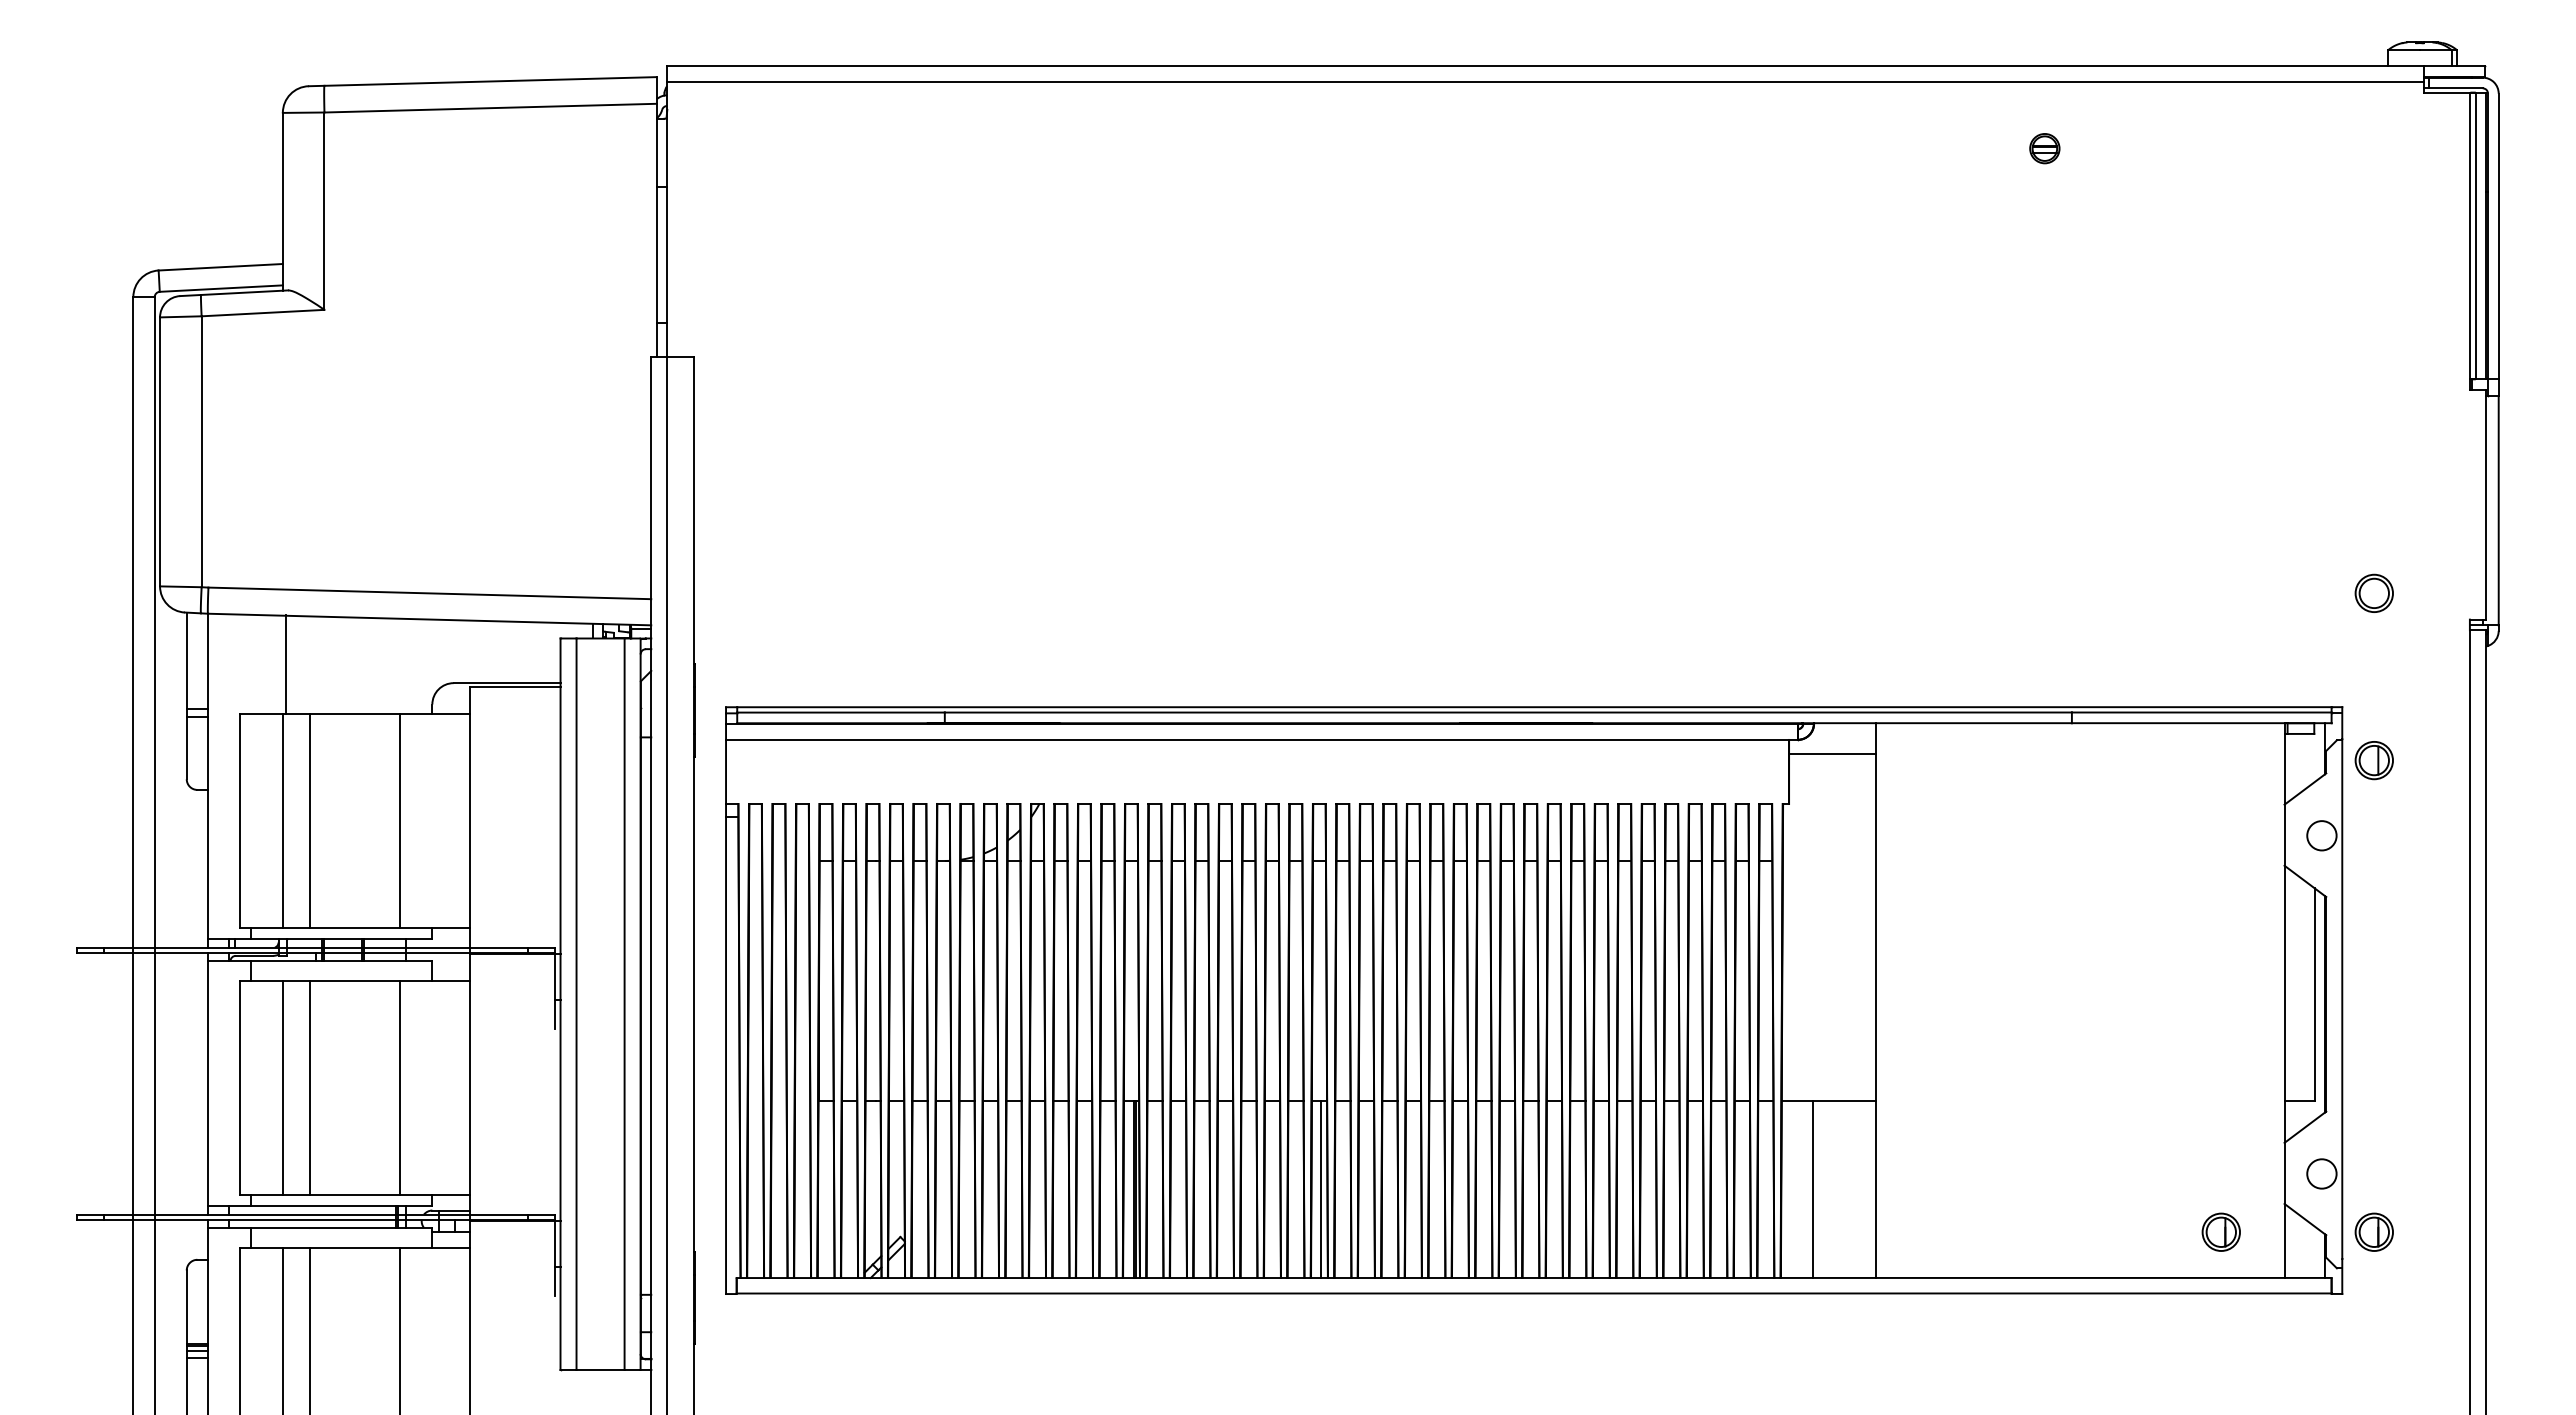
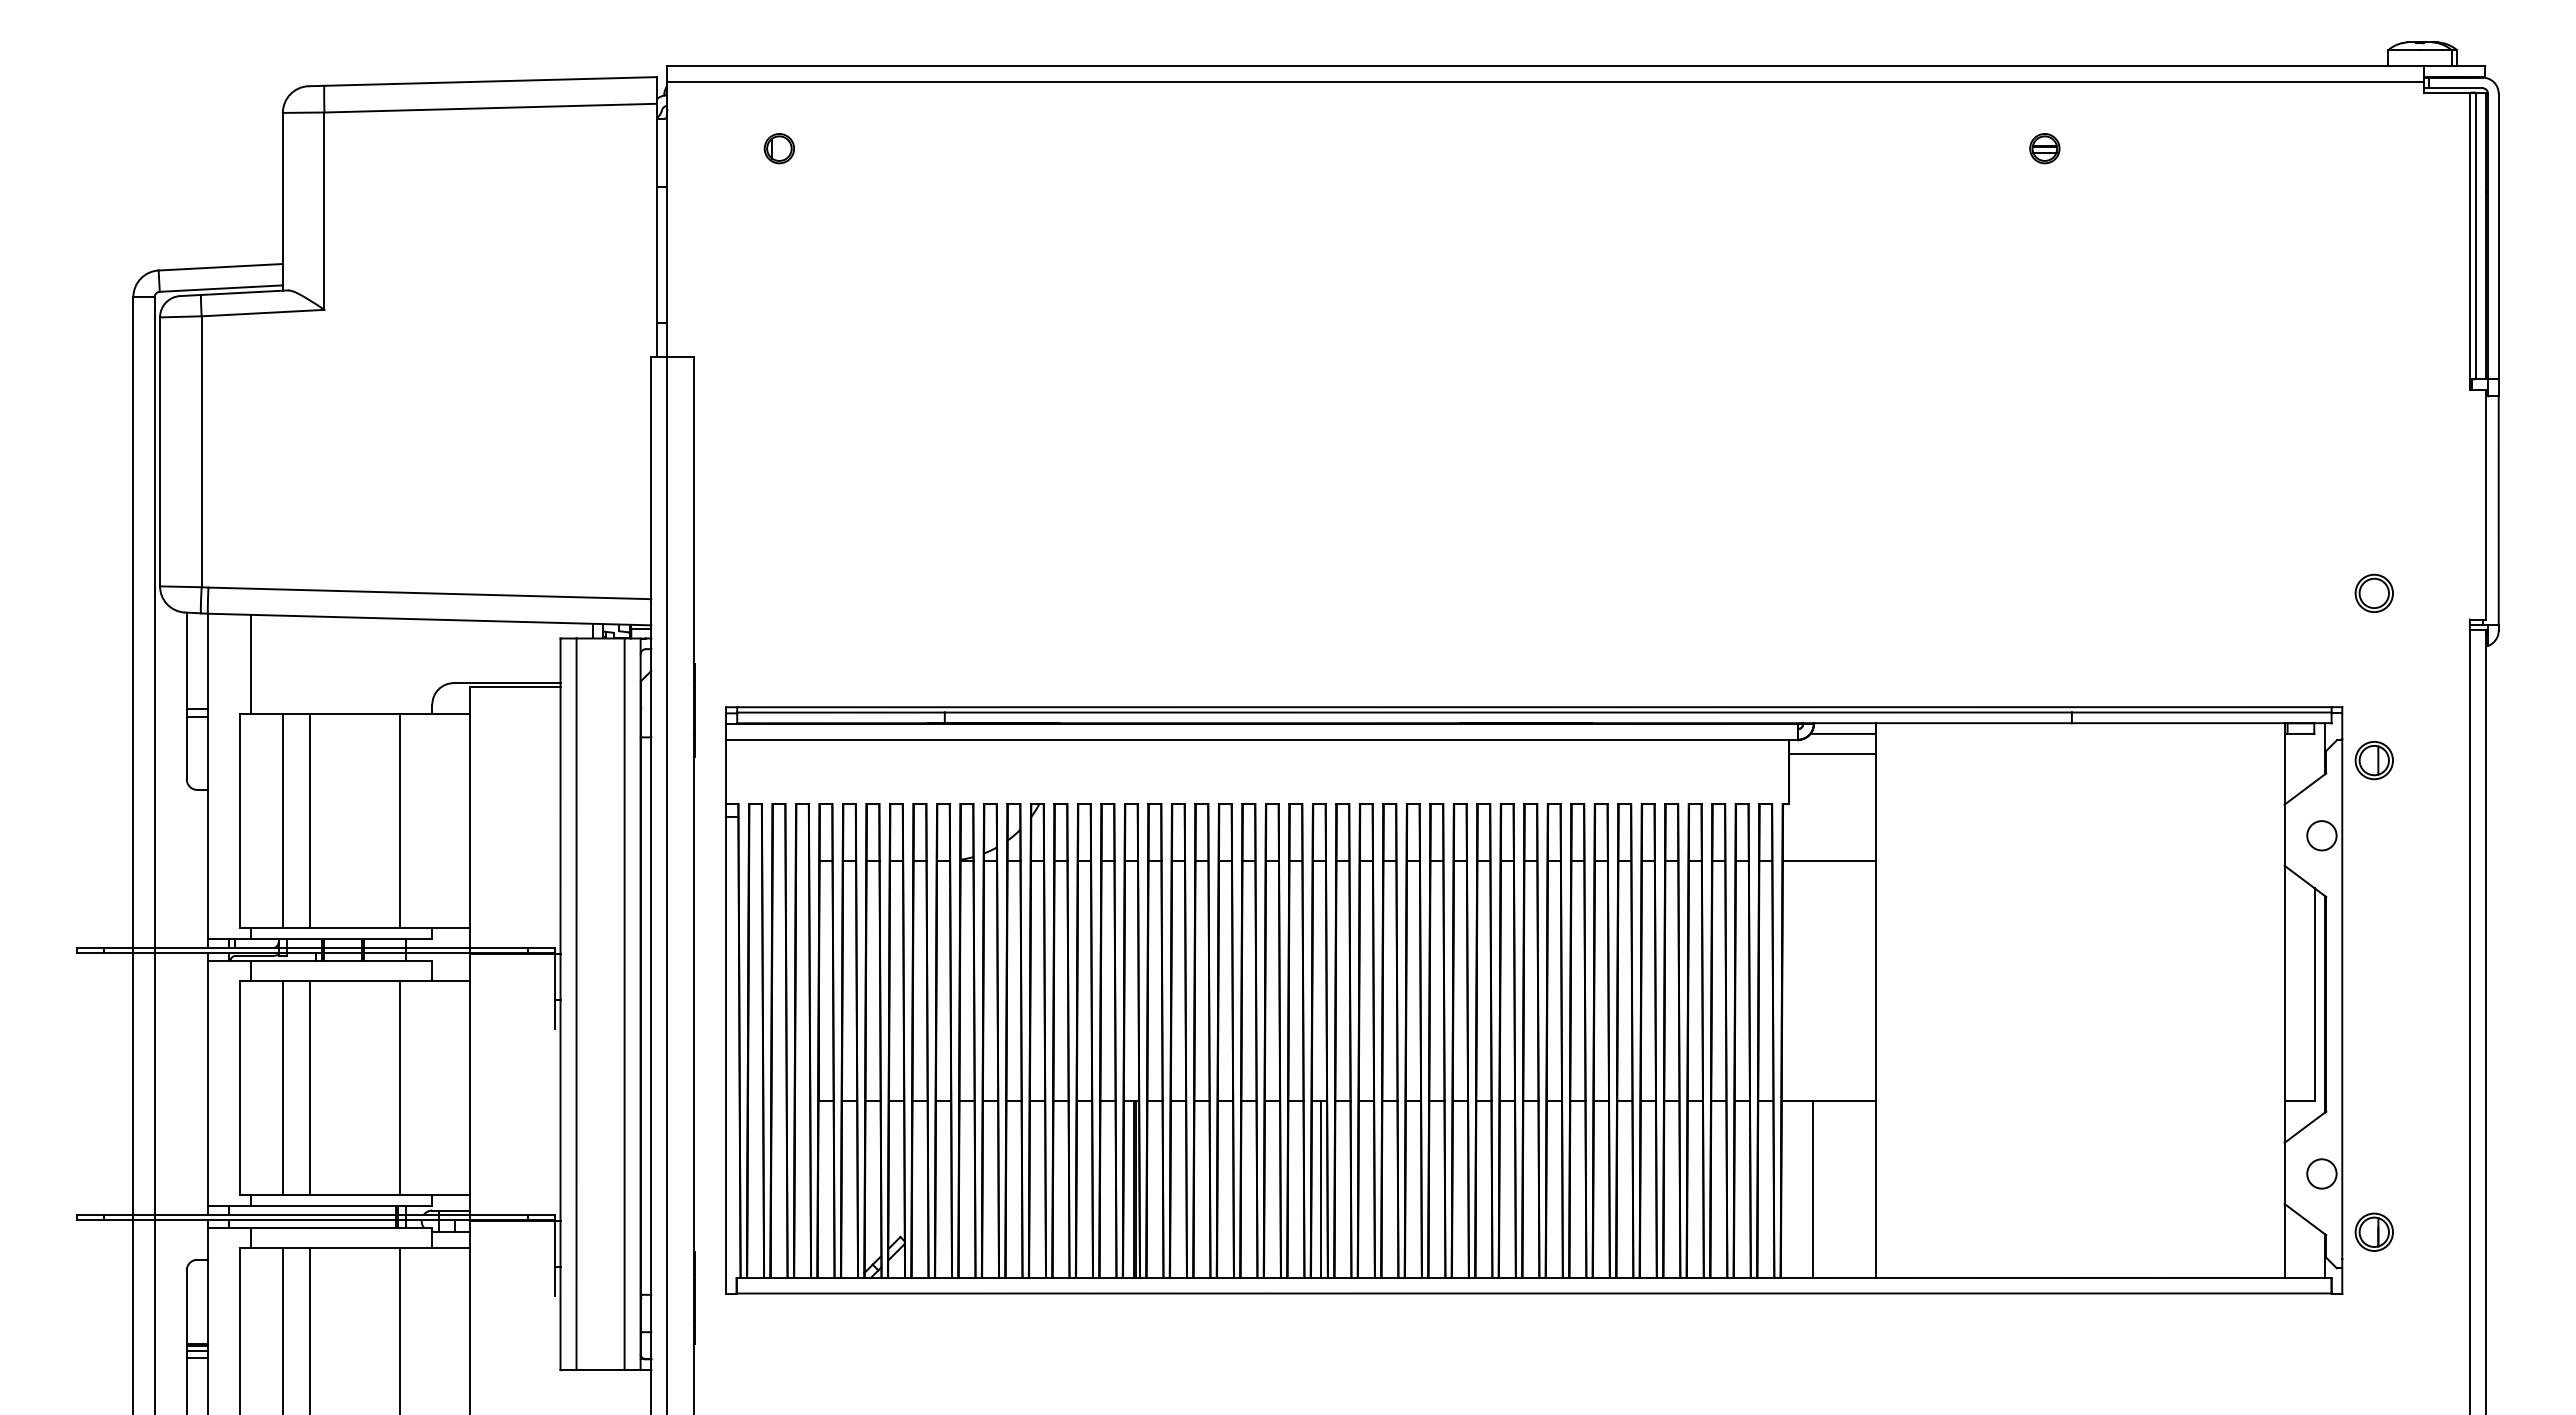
part at (778, 148): none -> present
line at (285, 663) position: (285, 663) -> (250, 663)
line at (1842, 733): none -> present
line at (1828, 860): none -> present
part at (2220, 1231): present -> none
